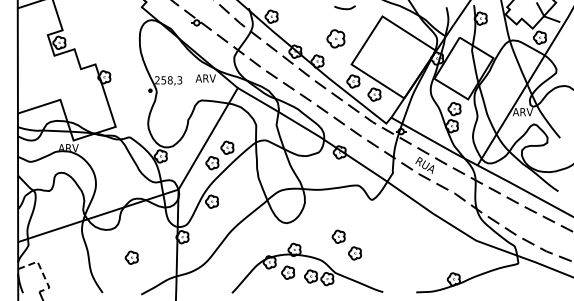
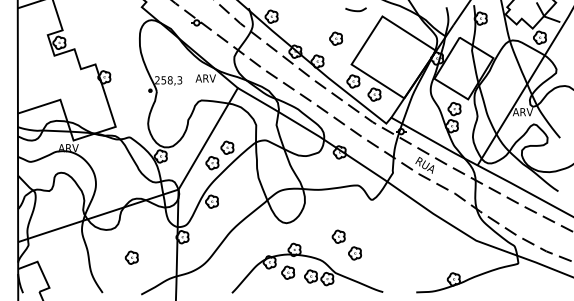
curve at (344, 8) position: (344, 8) -> (355, 10)
part at (335, 38) size: 20x20 px -> 15x15 px
line at (41, 270): dashed -> solid
